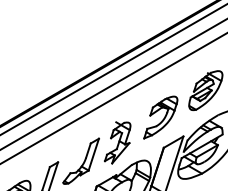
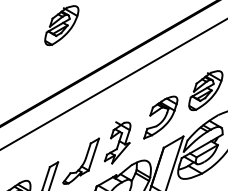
part at (61, 25): none -> present
line at (113, 69): present -> none
line at (113, 98): present -> none
